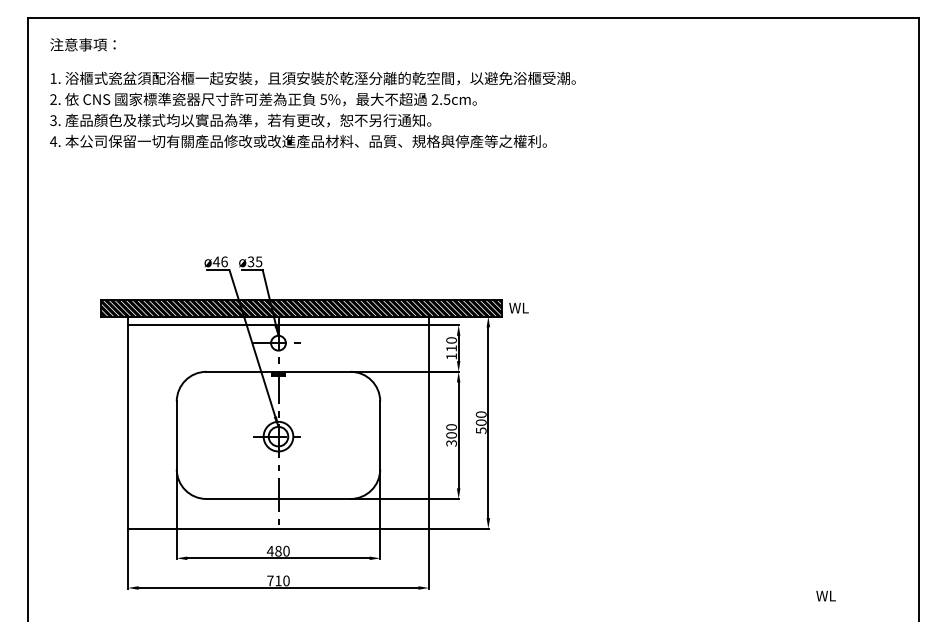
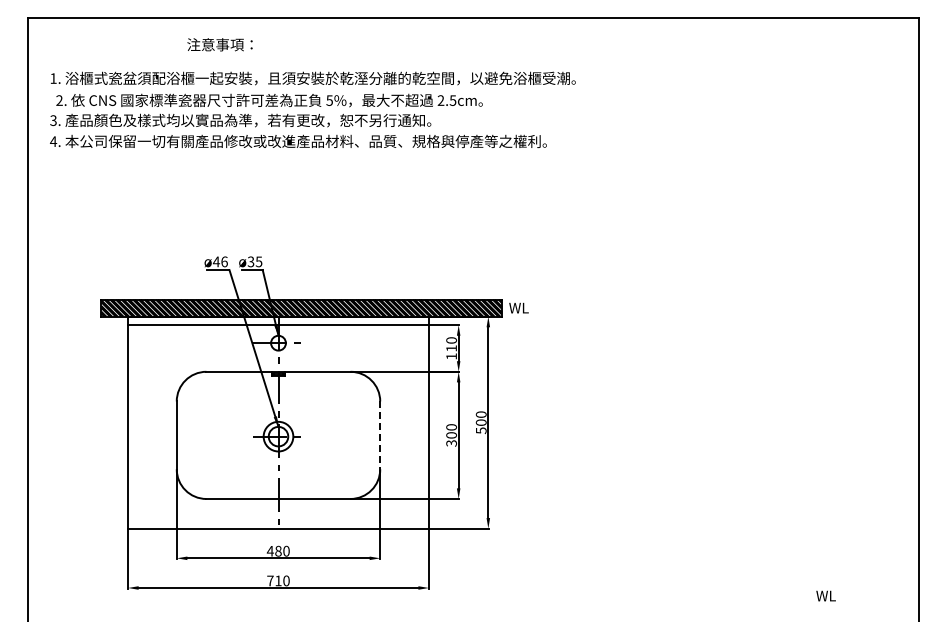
text at (82, 44) position: (82, 44) -> (219, 44)
text at (263, 99) position: (263, 99) -> (269, 100)
line at (380, 435): solid -> dashed
